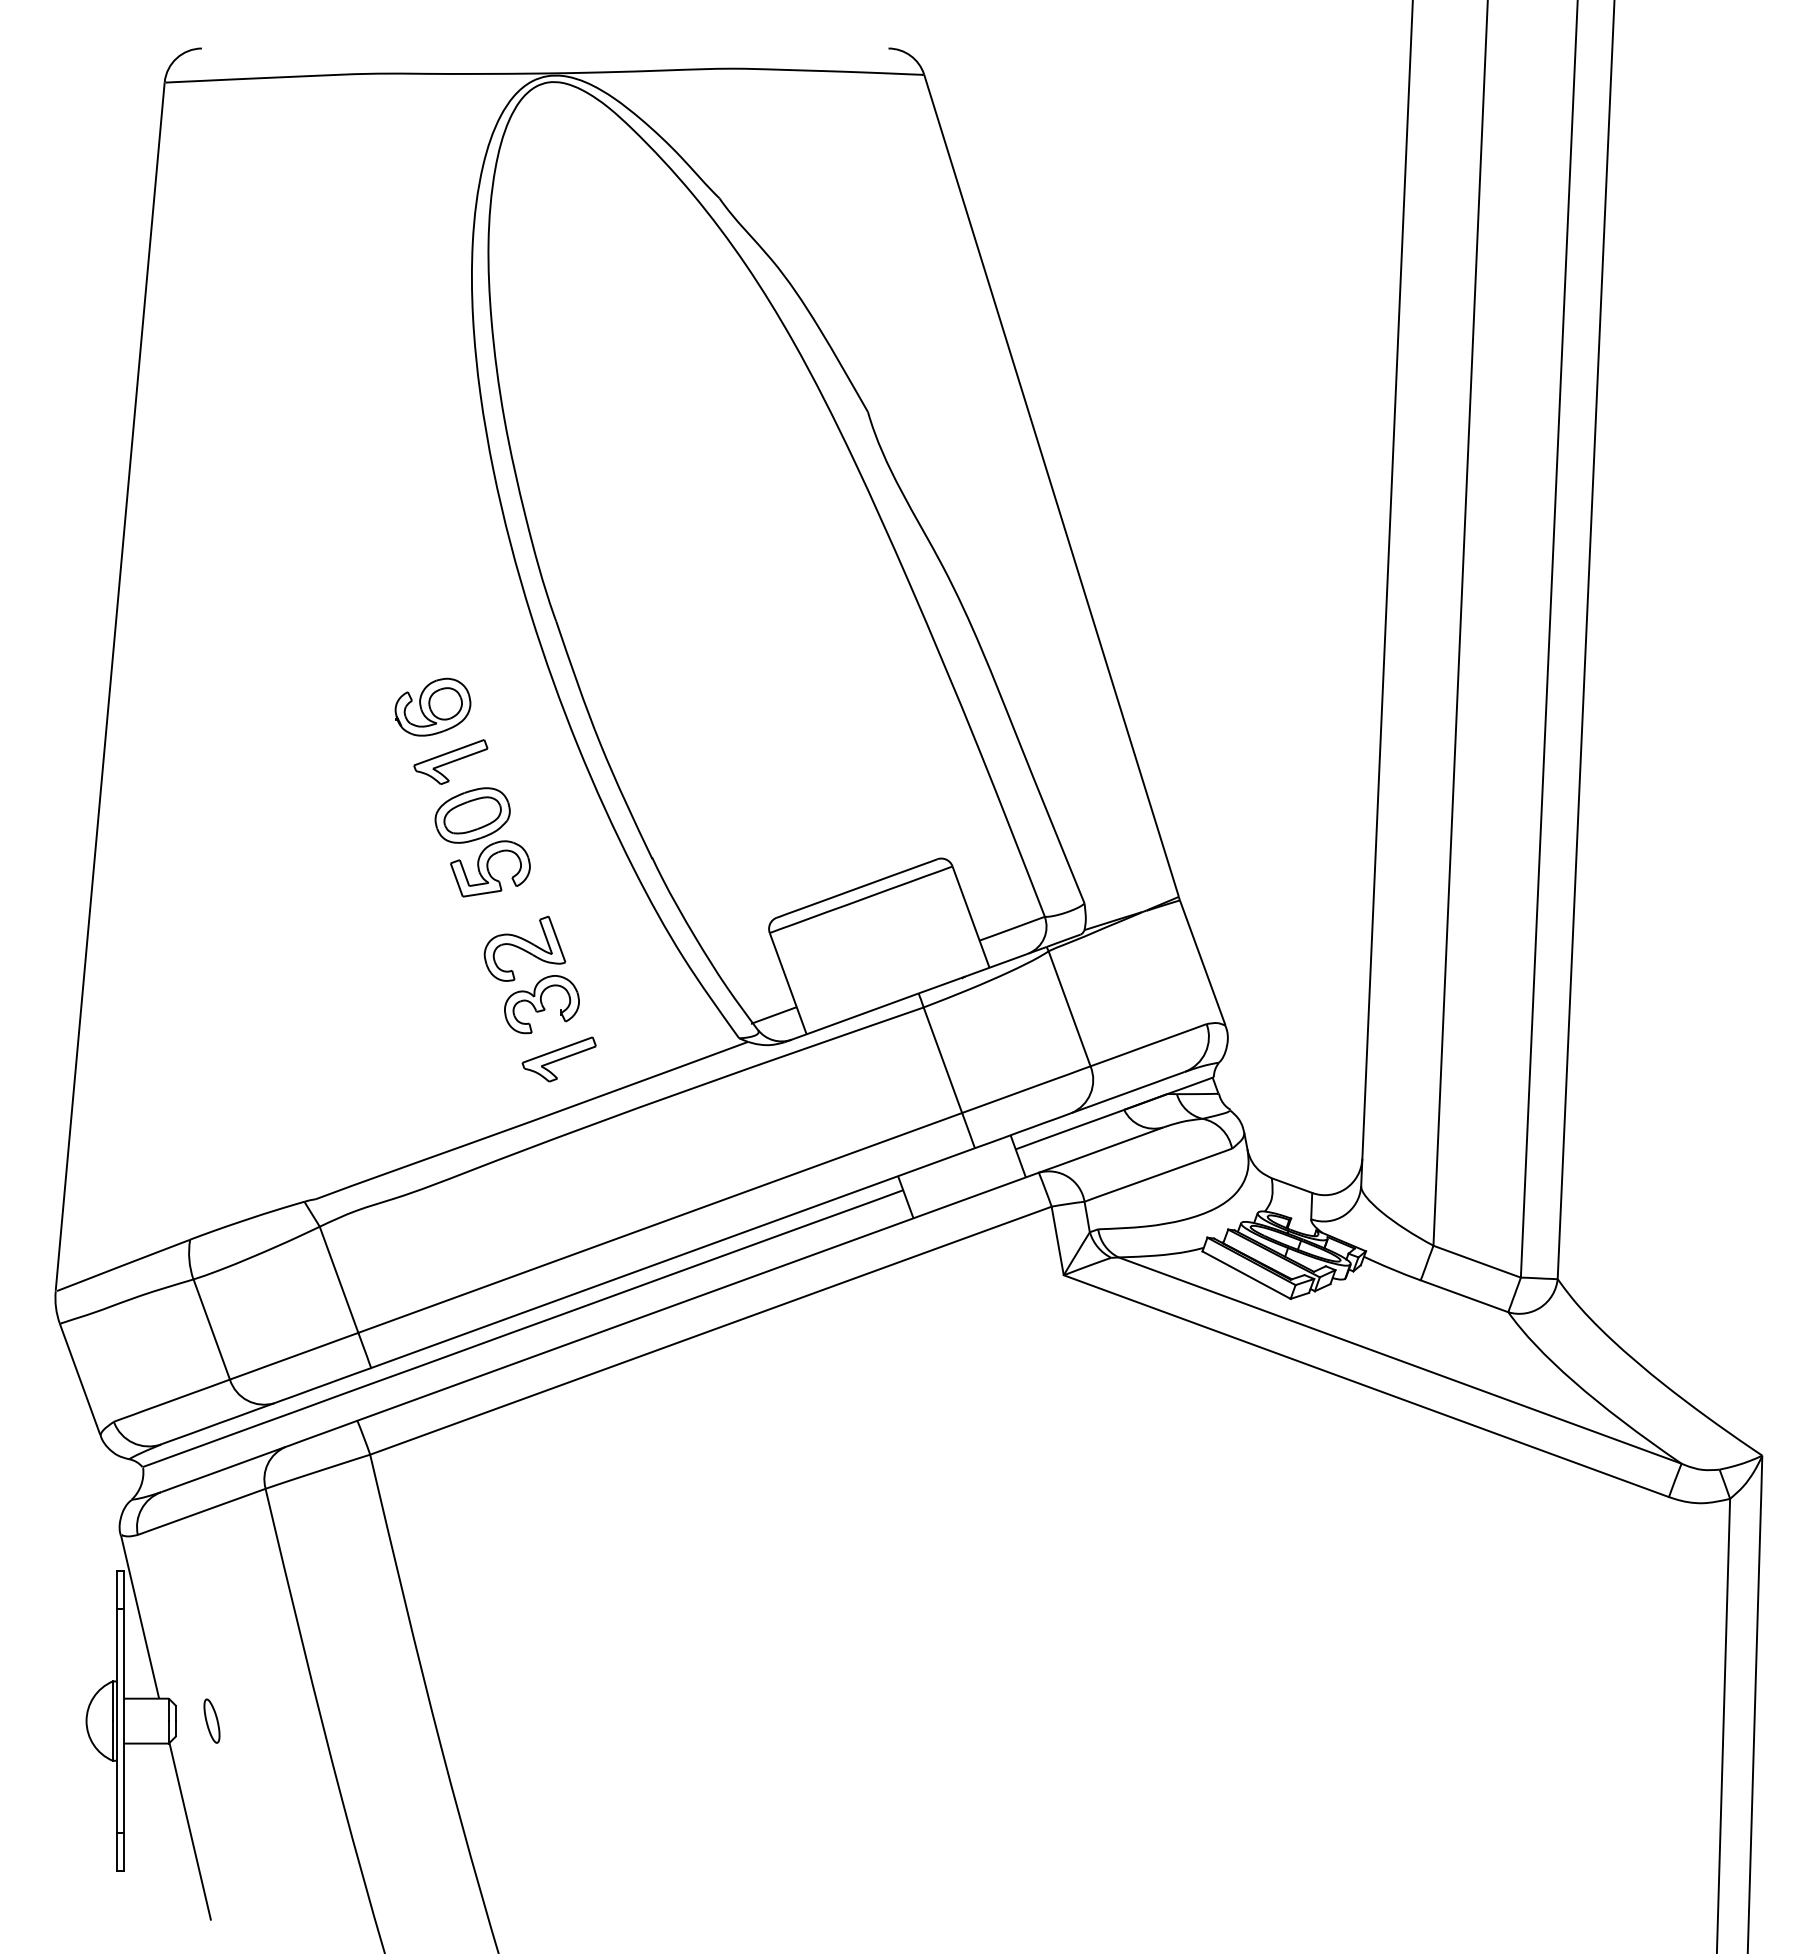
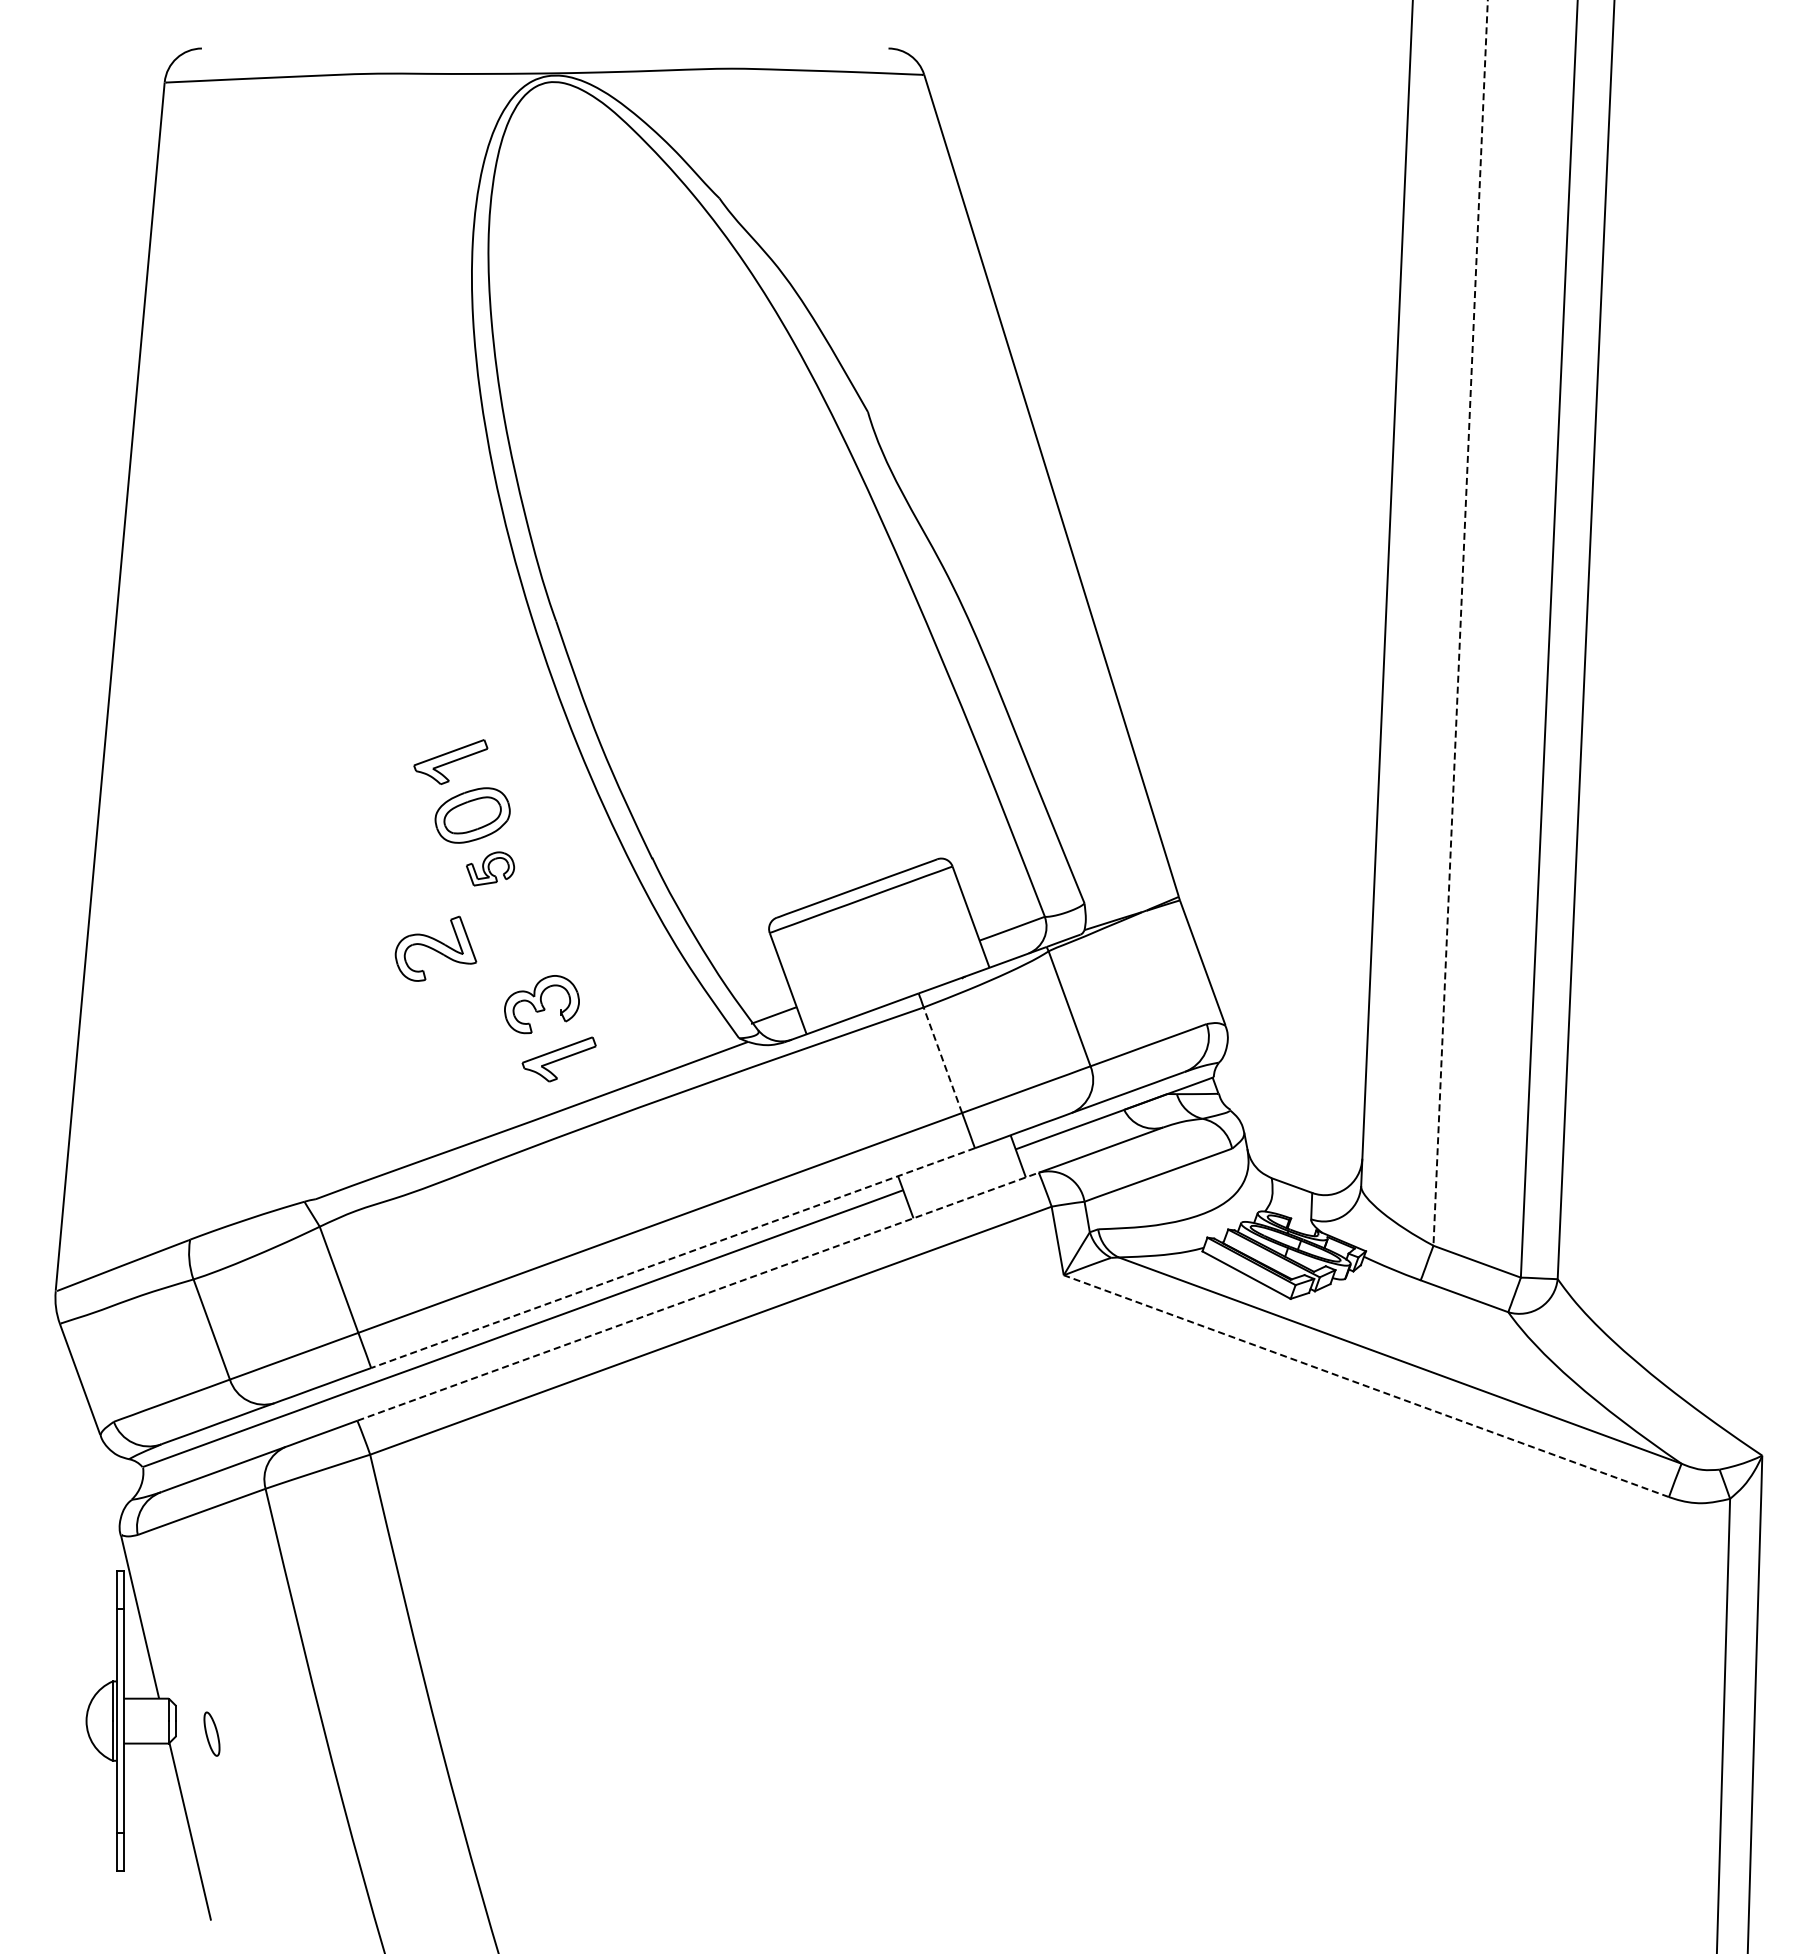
line at (1460, 623): solid -> dashed
part at (432, 706): present -> none
part at (490, 868) size: 81x58 px -> 50x36 px
part at (524, 948) position: (524, 948) -> (435, 948)
line at (942, 1059): solid -> dashed
line at (672, 1258): solid -> dashed
line at (698, 1296): solid -> dashed
line at (1365, 1385): solid -> dashed
part at (211, 1720) position: (211, 1720) -> (211, 1733)
